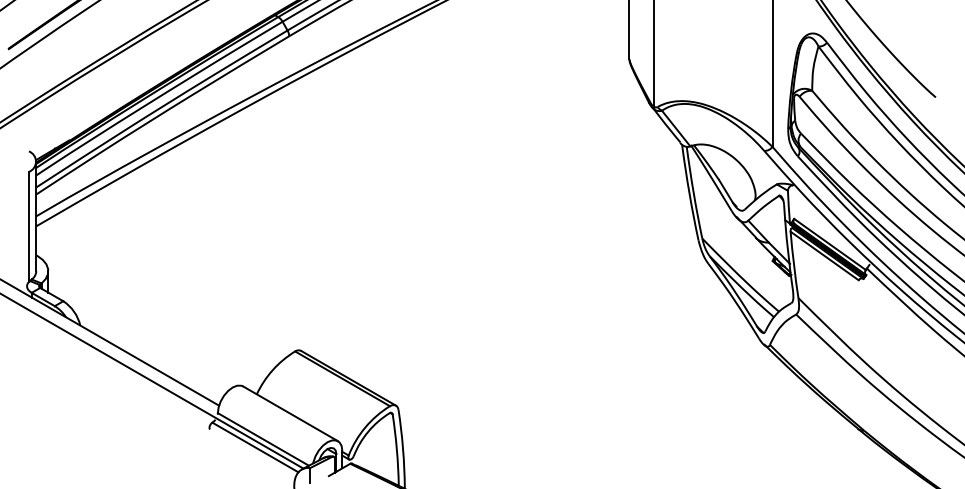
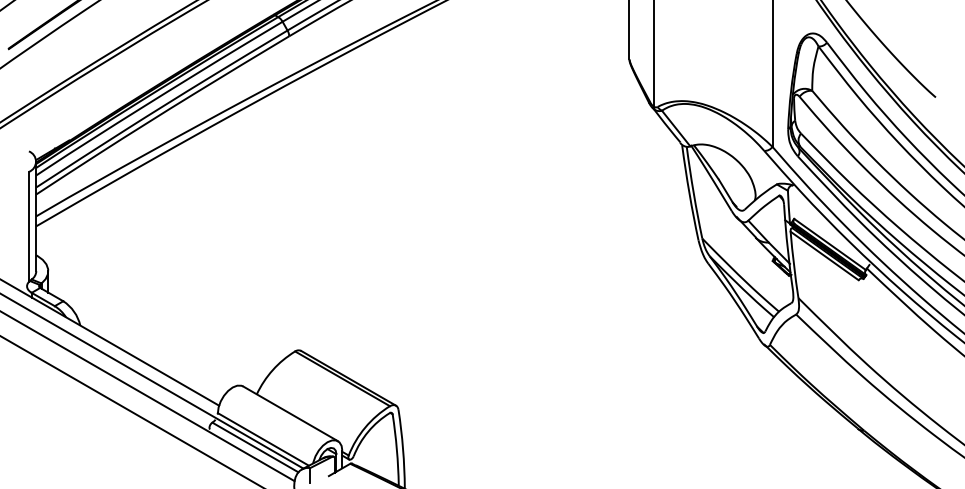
line at (148, 396): none -> present
line at (130, 411): none -> present
